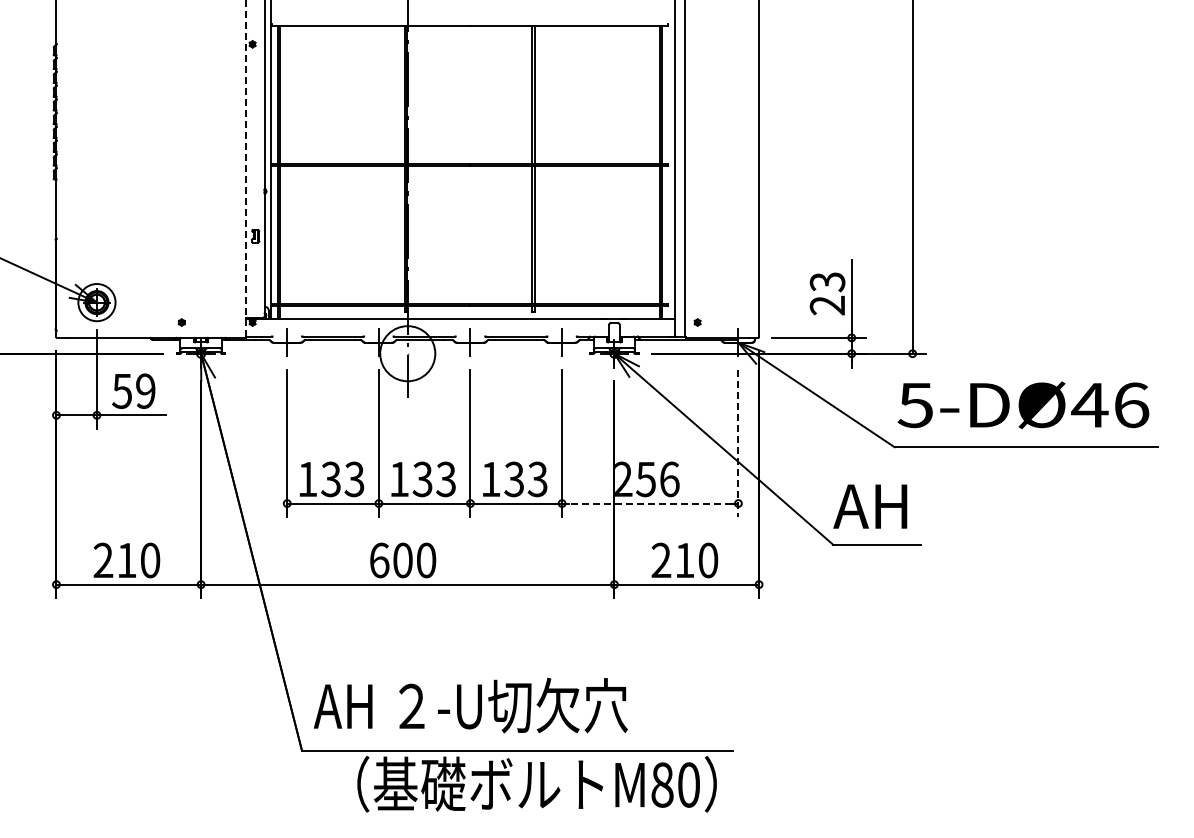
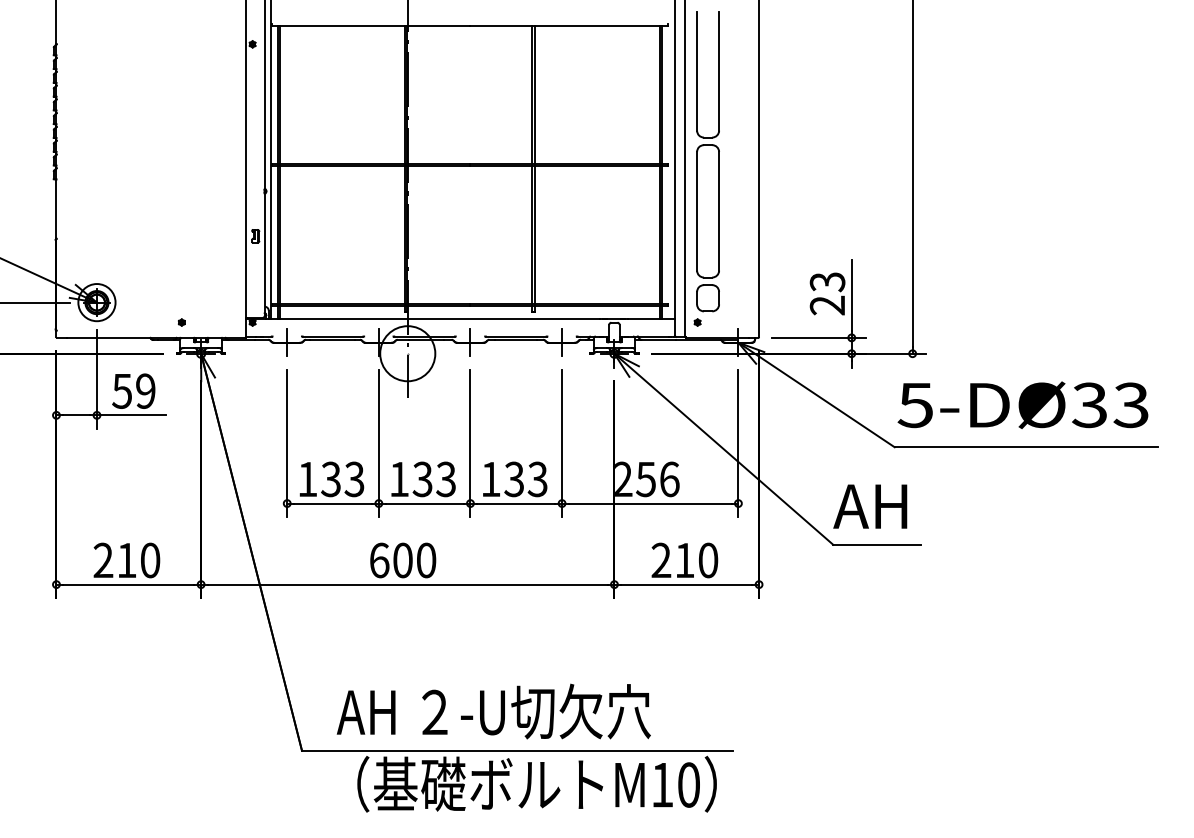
part at (707, 161): none -> present
line at (246, 168): dashed -> solid
line at (36, 302): none -> present
text at (1110, 405): 5-DØ46 -> 5-DØ33
line at (738, 443): dashed -> solid
line at (649, 503): dashed -> solid
text at (470, 705) position: (470, 705) -> (493, 711)
text at (662, 784): M80 -> M10
